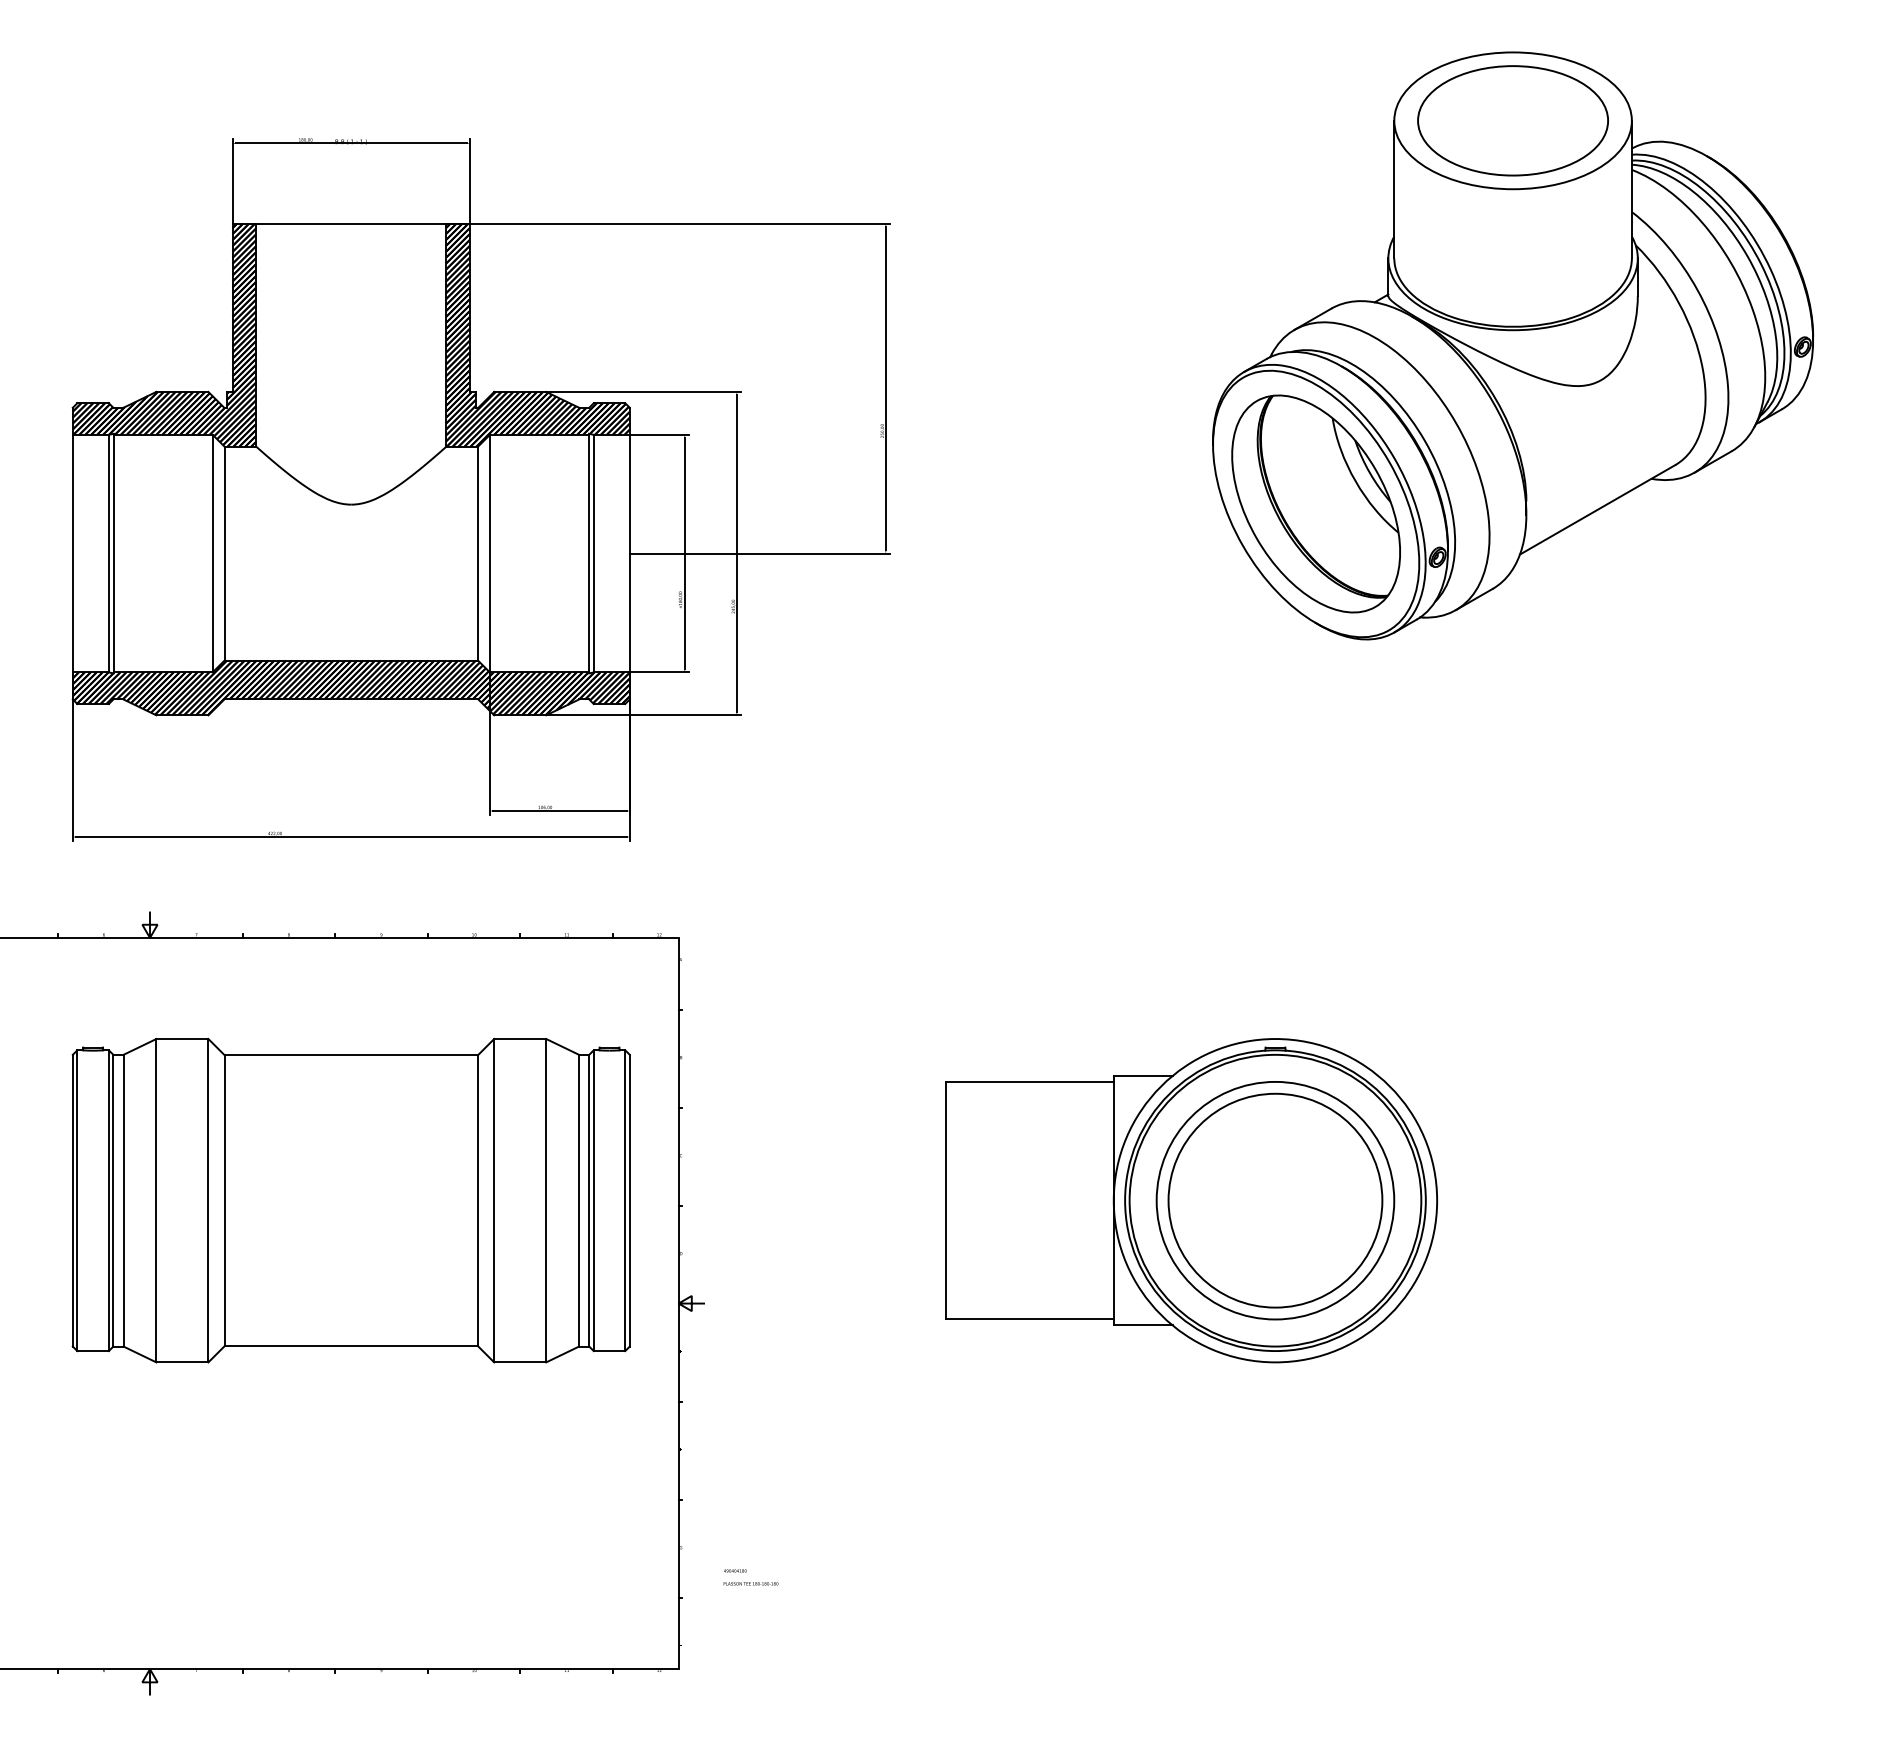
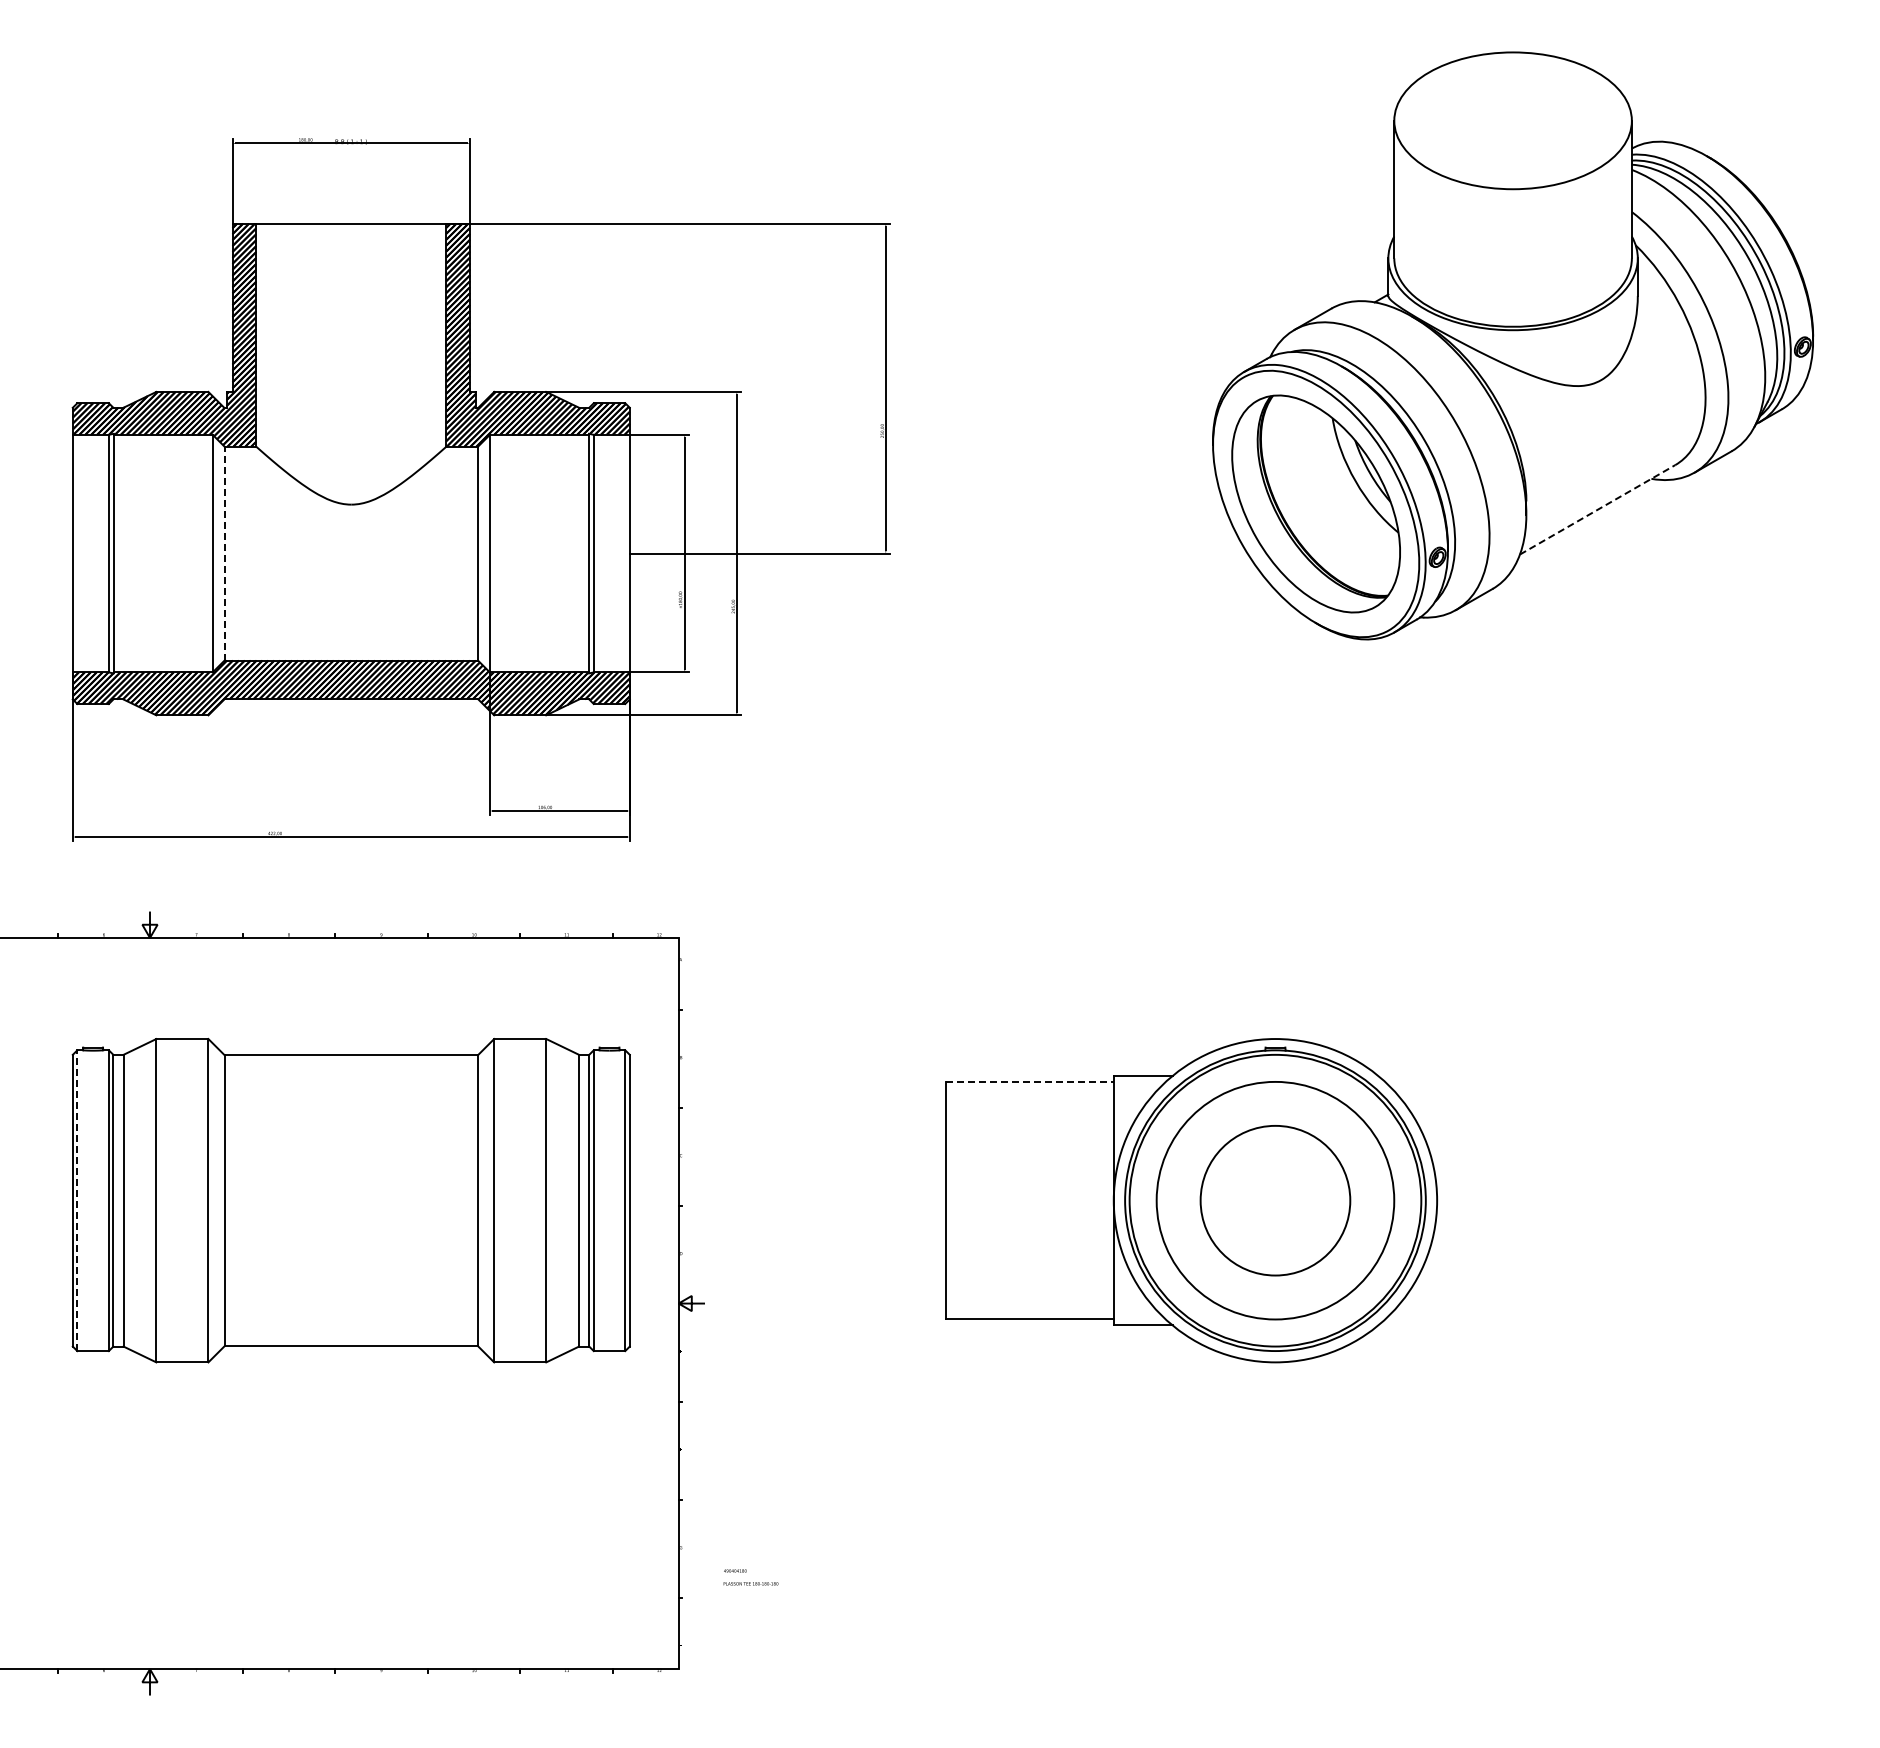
part at (1512, 120): present -> none
line at (1597, 509): solid -> dashed
line at (224, 553): solid -> dashed
line at (1030, 1081): solid -> dashed
line at (77, 1200): solid -> dashed
circle at (1275, 1200) diameter: 214 px -> 150 px
